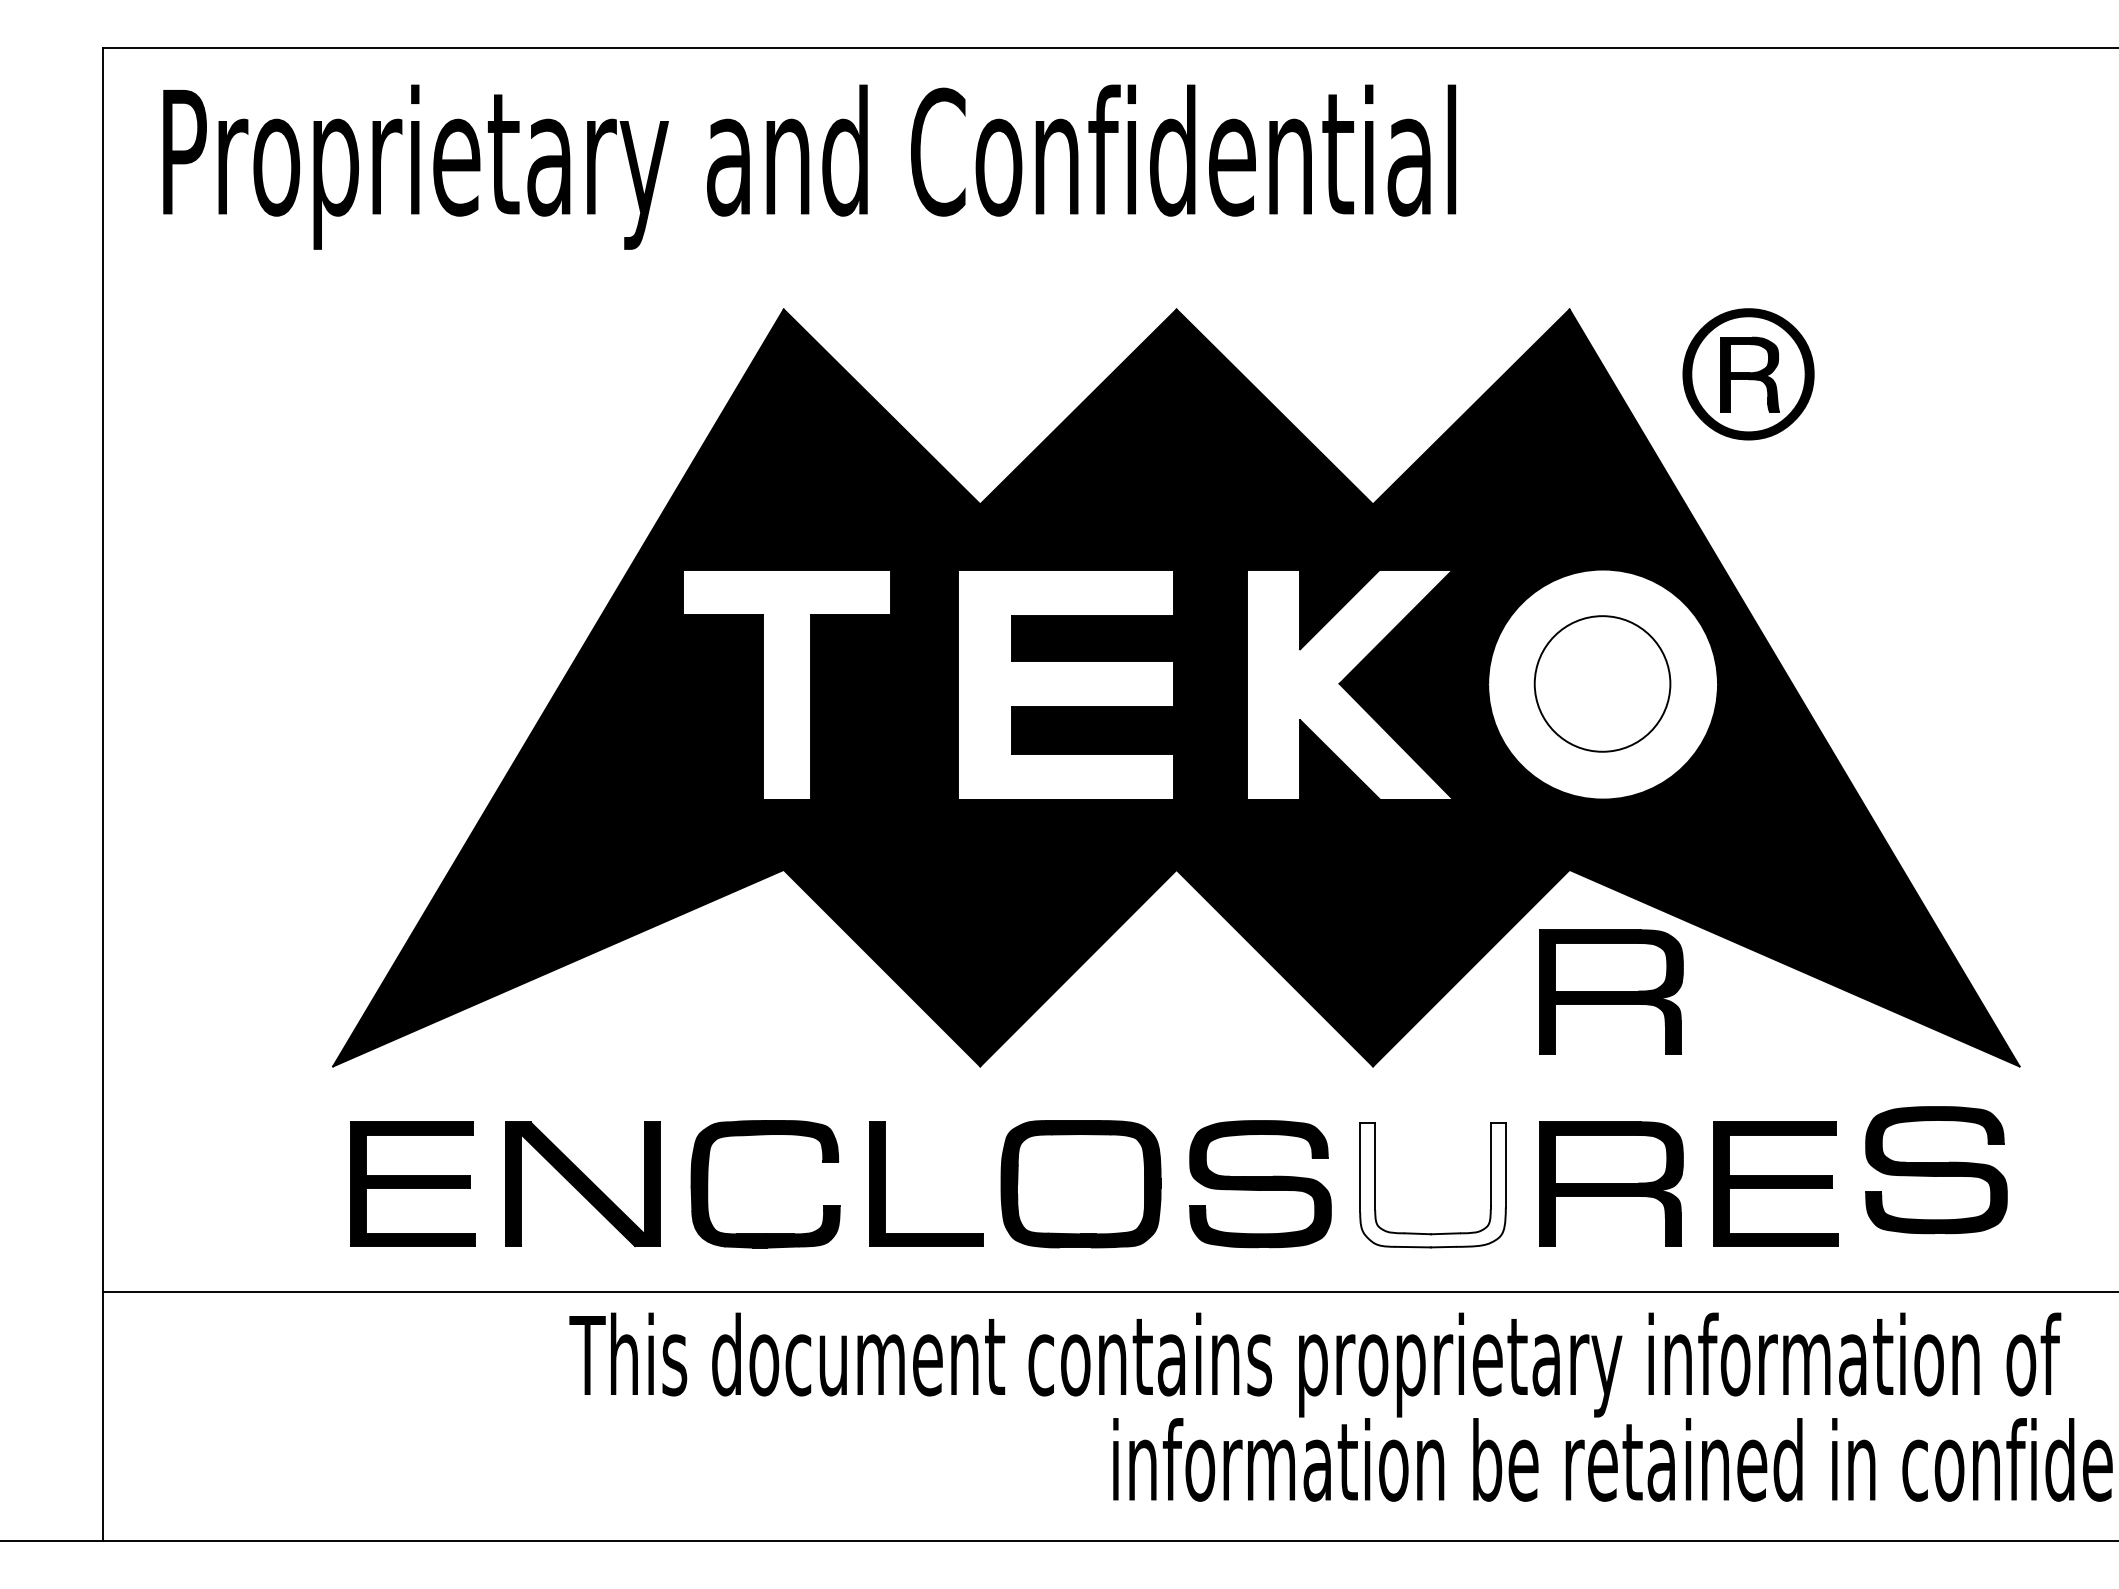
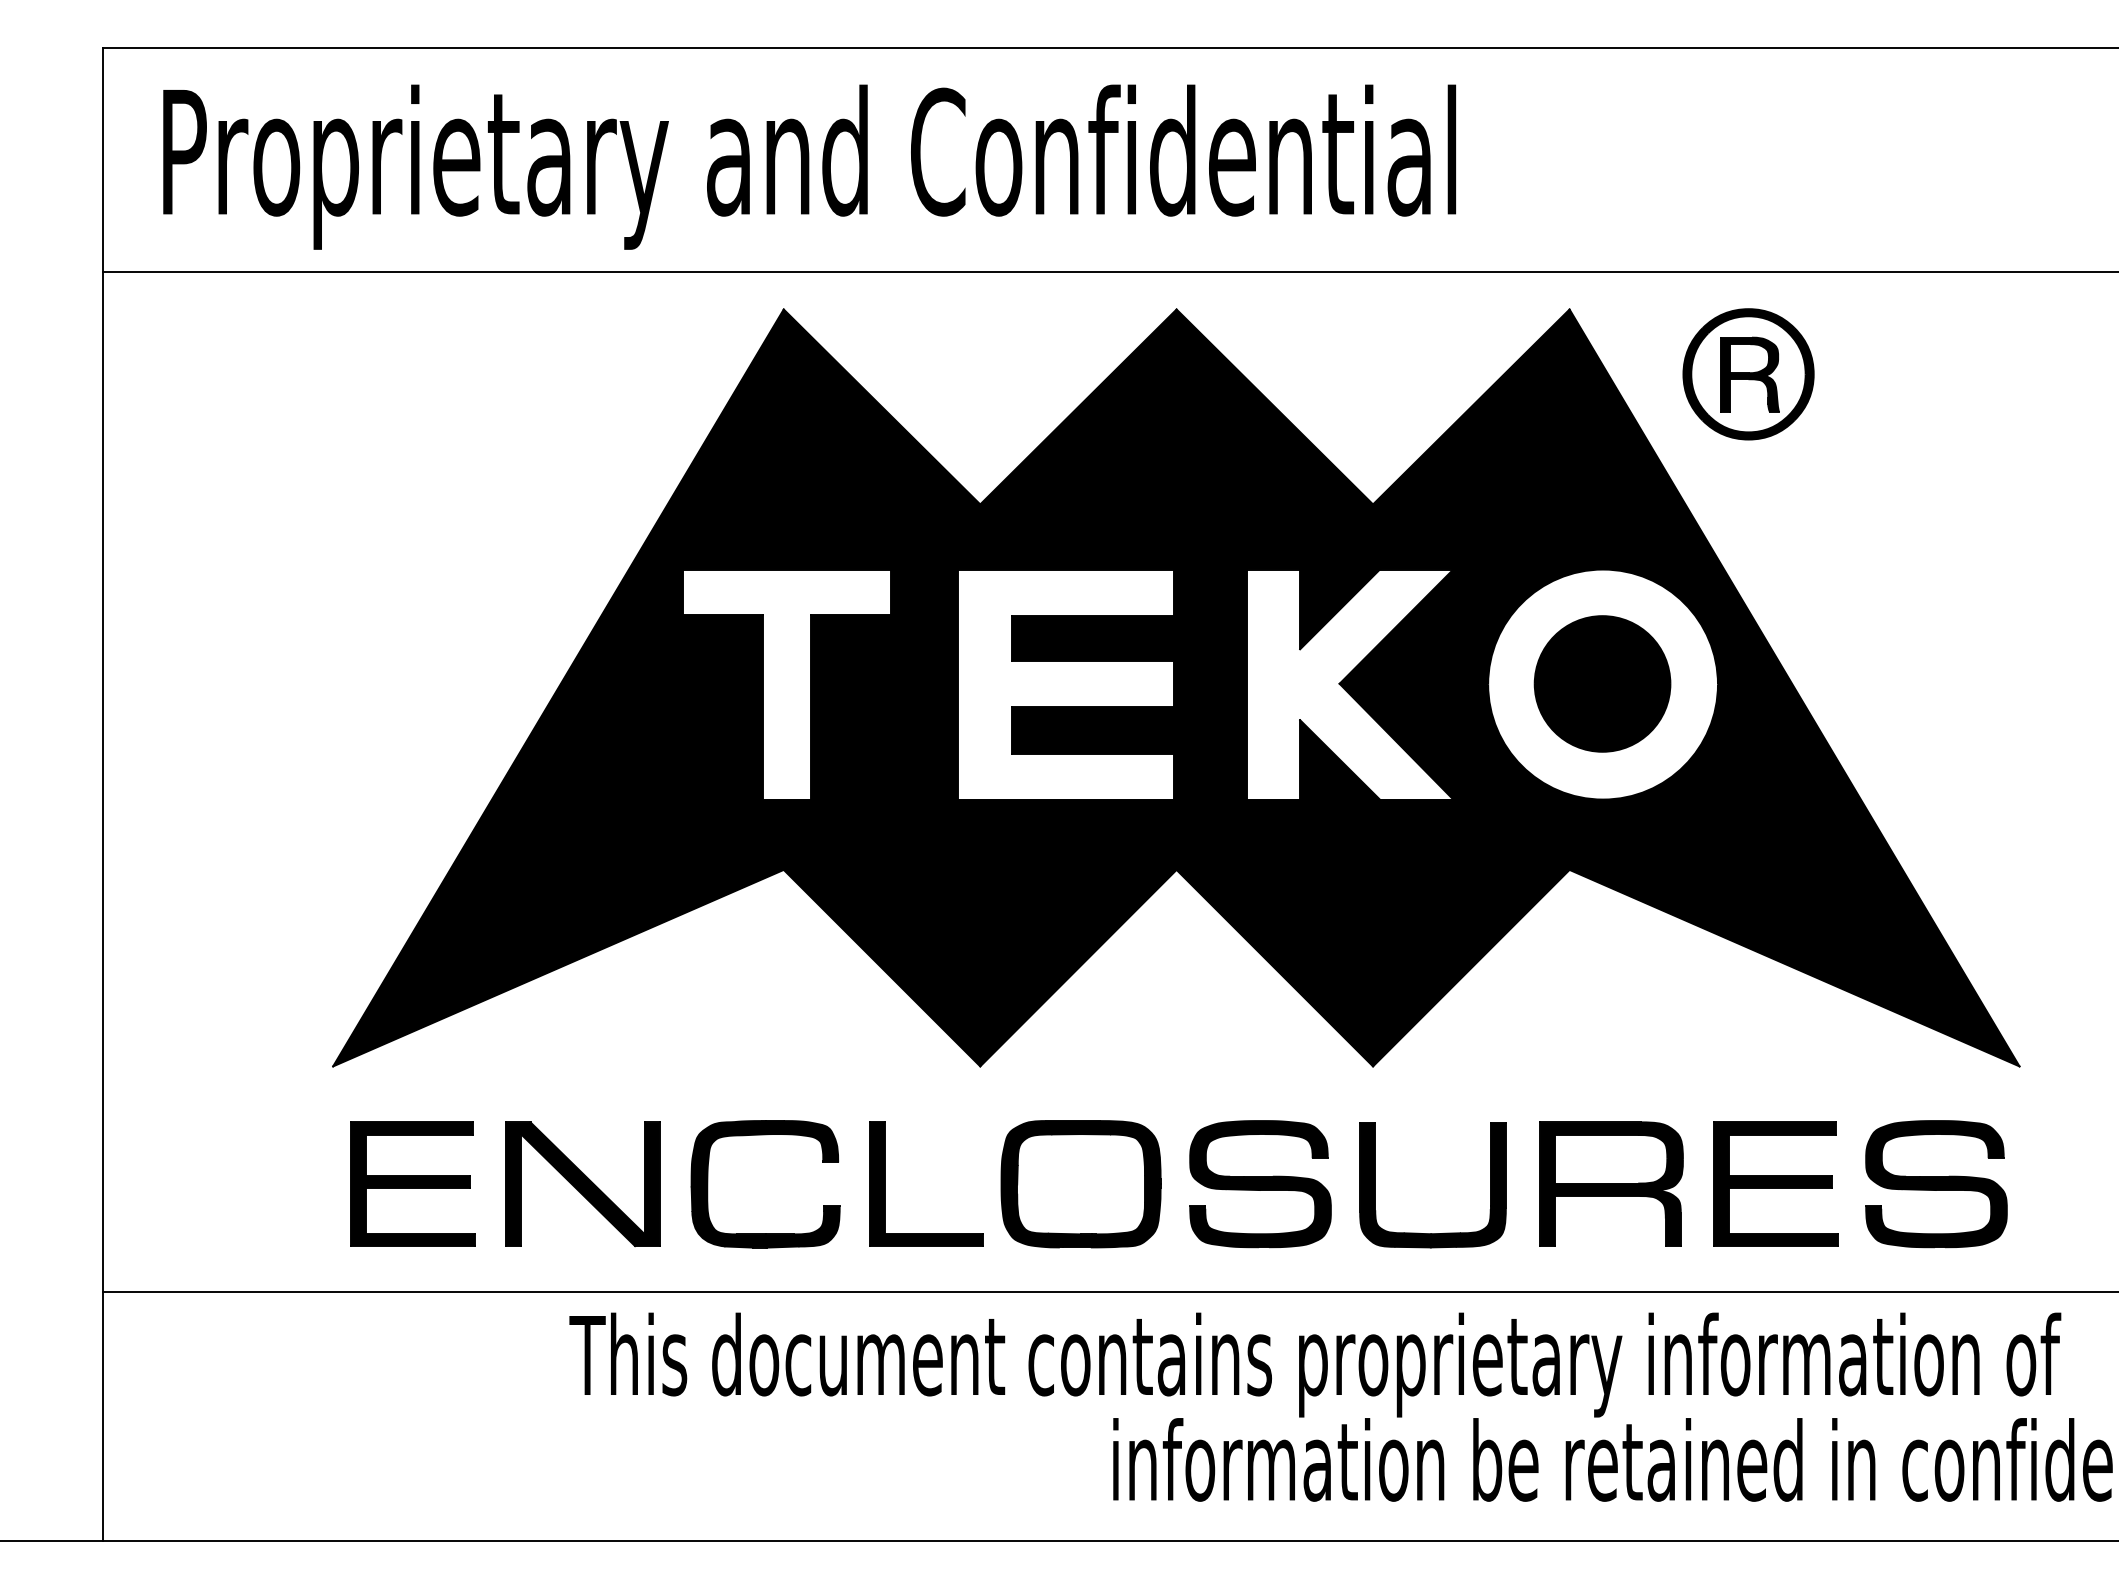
line at (1109, 271): none -> present
fill at (1602, 683): none -> present
part at (1611, 991): present -> none
part at (1936, 1170) position: (1936, 1170) -> (1936, 1184)
fill at (1432, 1184): none -> present
